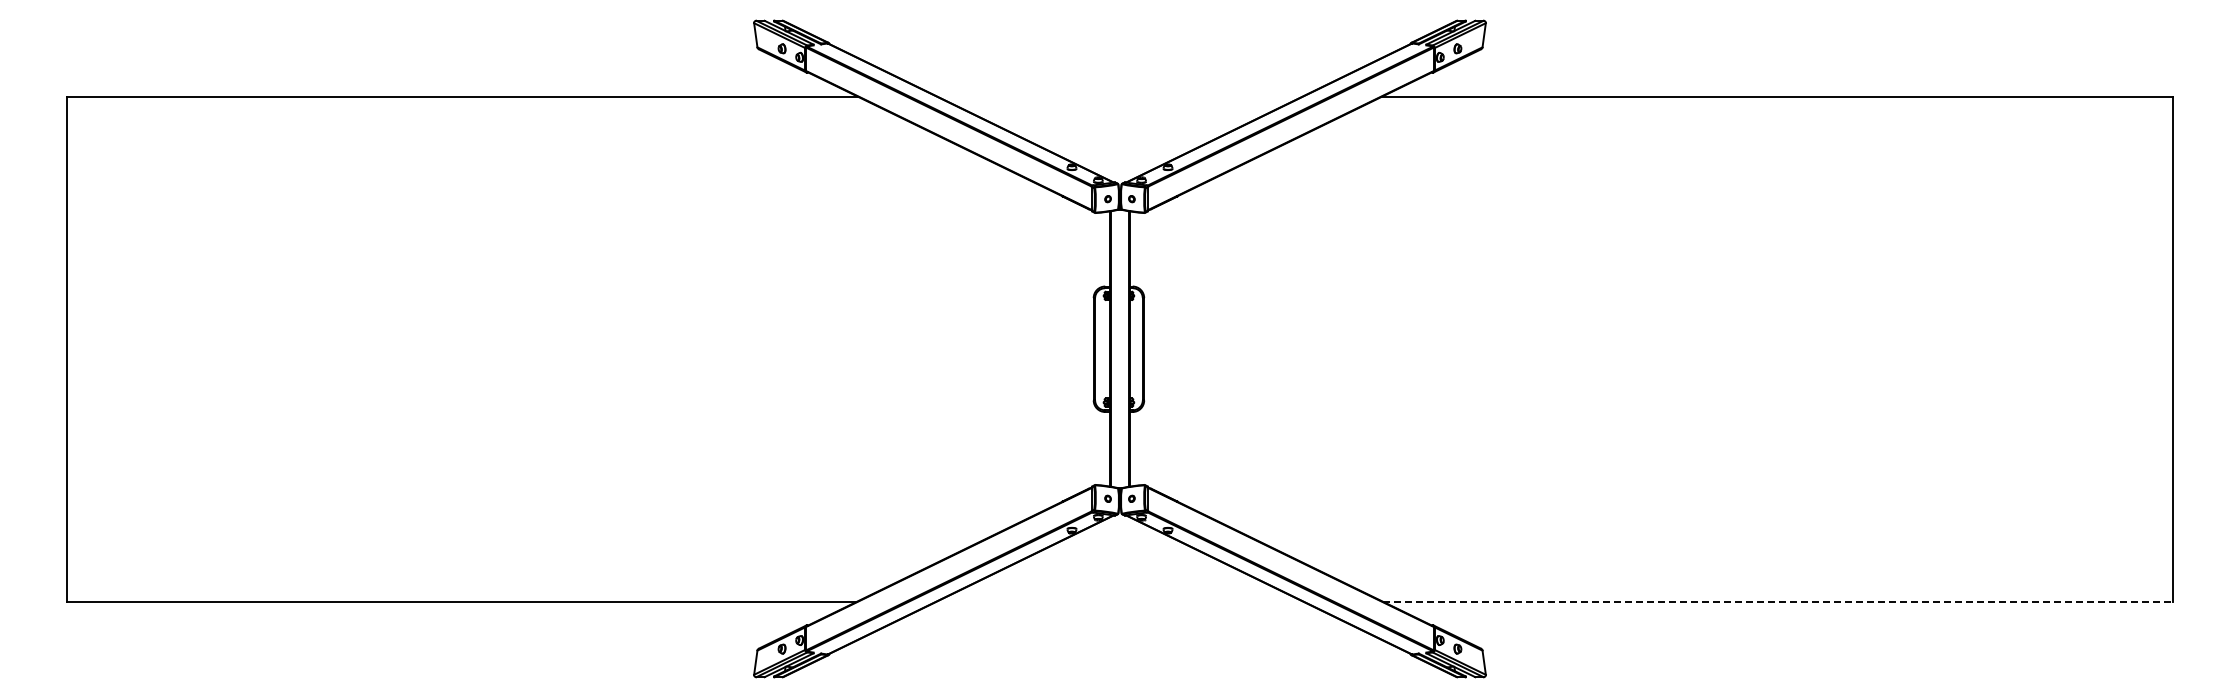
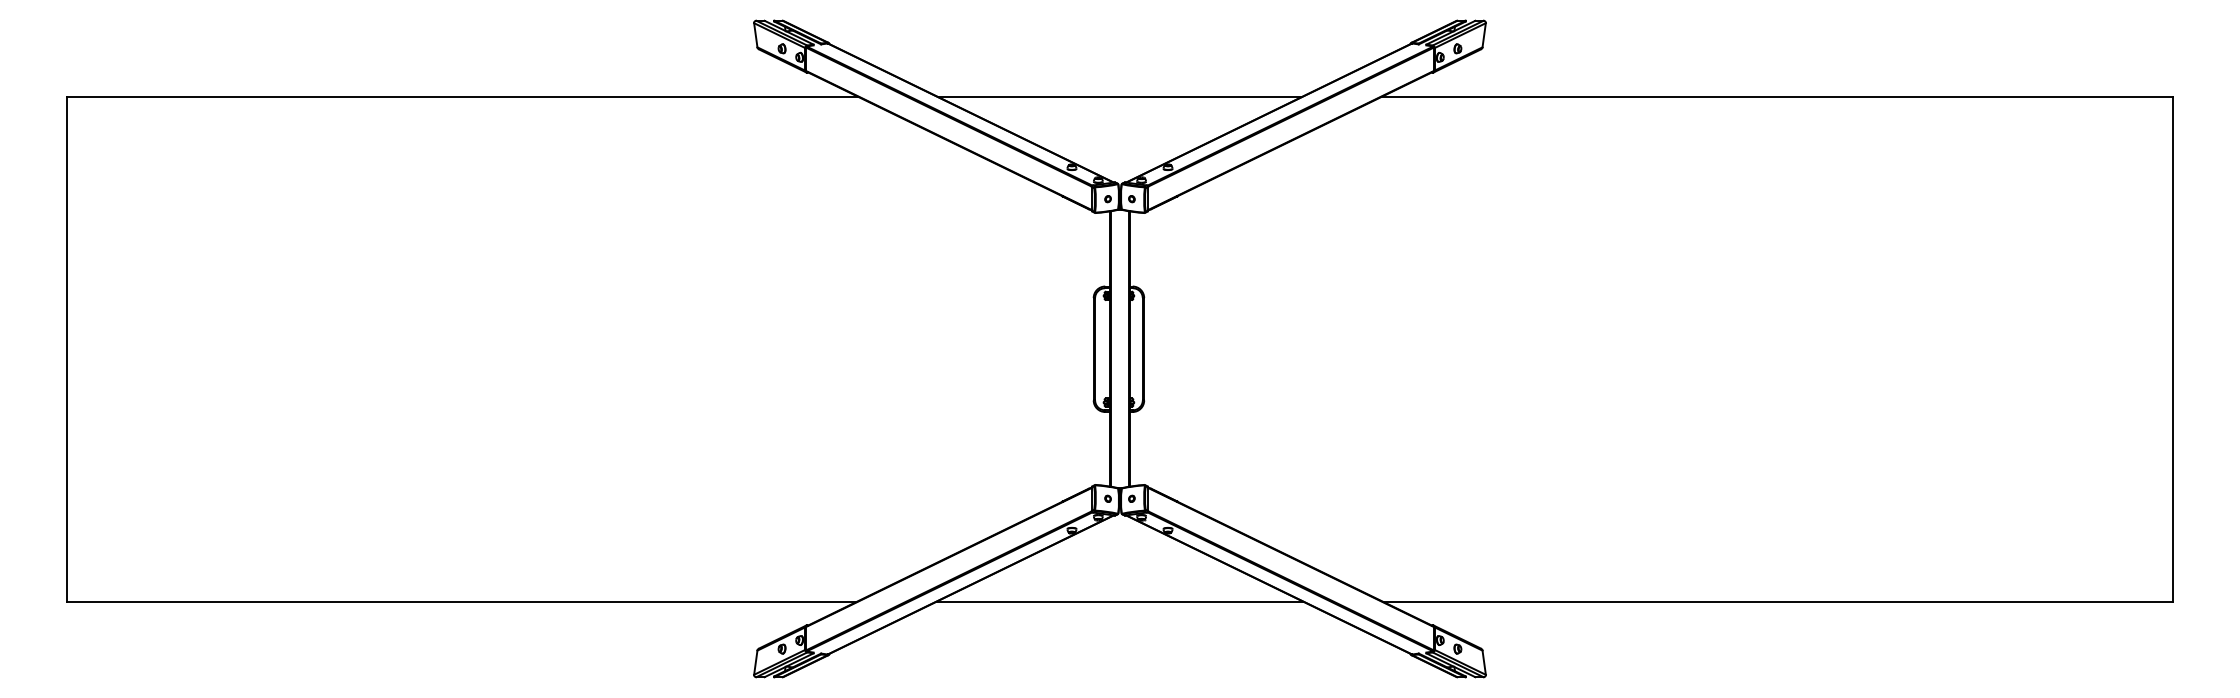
line at (1119, 96): none -> present
line at (1119, 601): none -> present
line at (1778, 601): dashed -> solid
